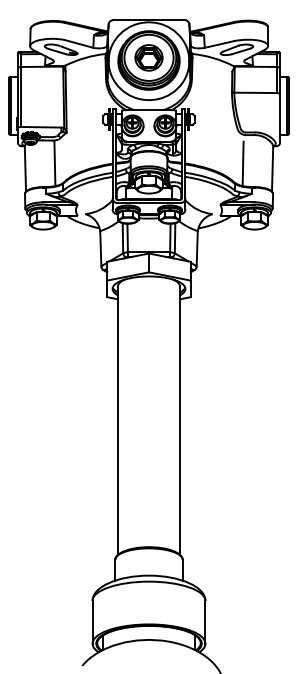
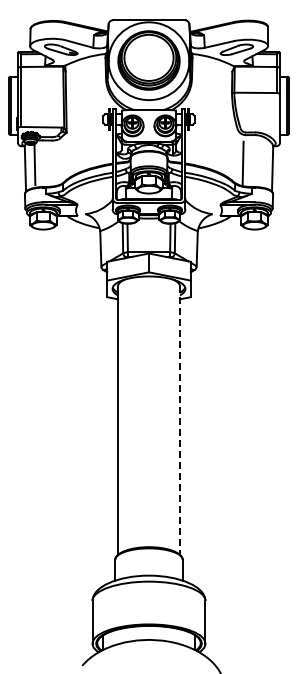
part at (148, 57): present -> none
line at (54, 163) position: (54, 163) -> (34, 163)
line at (179, 421): solid -> dashed
